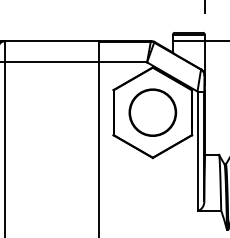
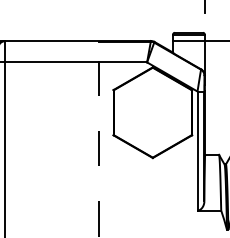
part at (152, 112): present -> none
line at (99, 138): solid -> dashed
